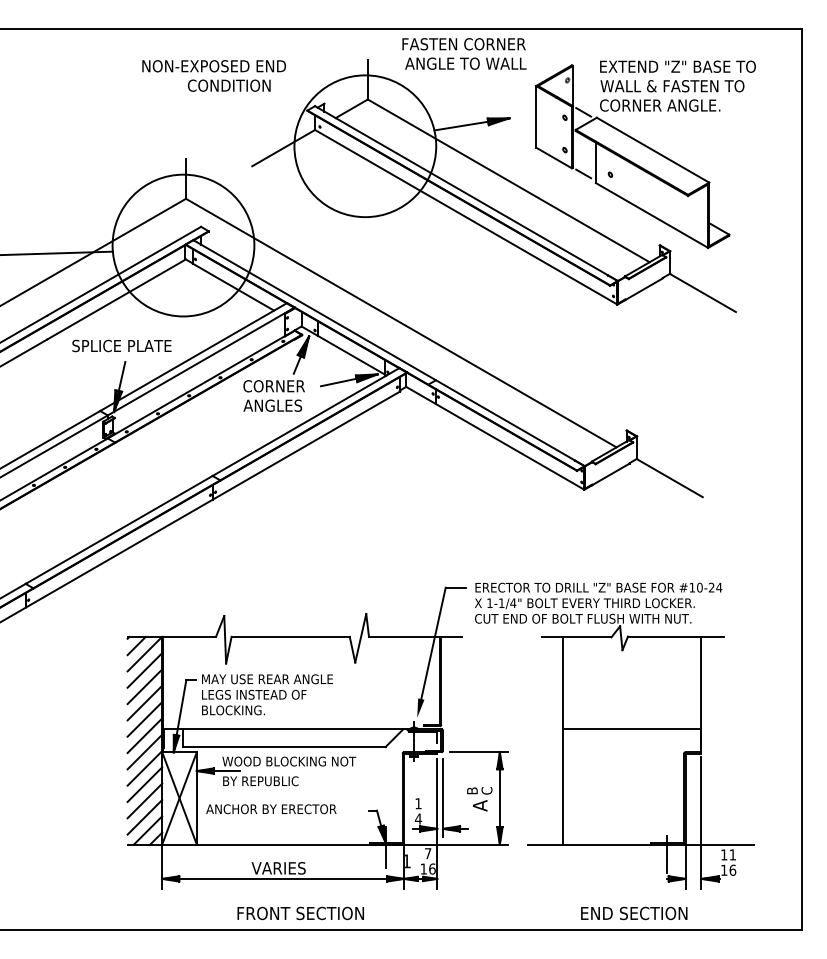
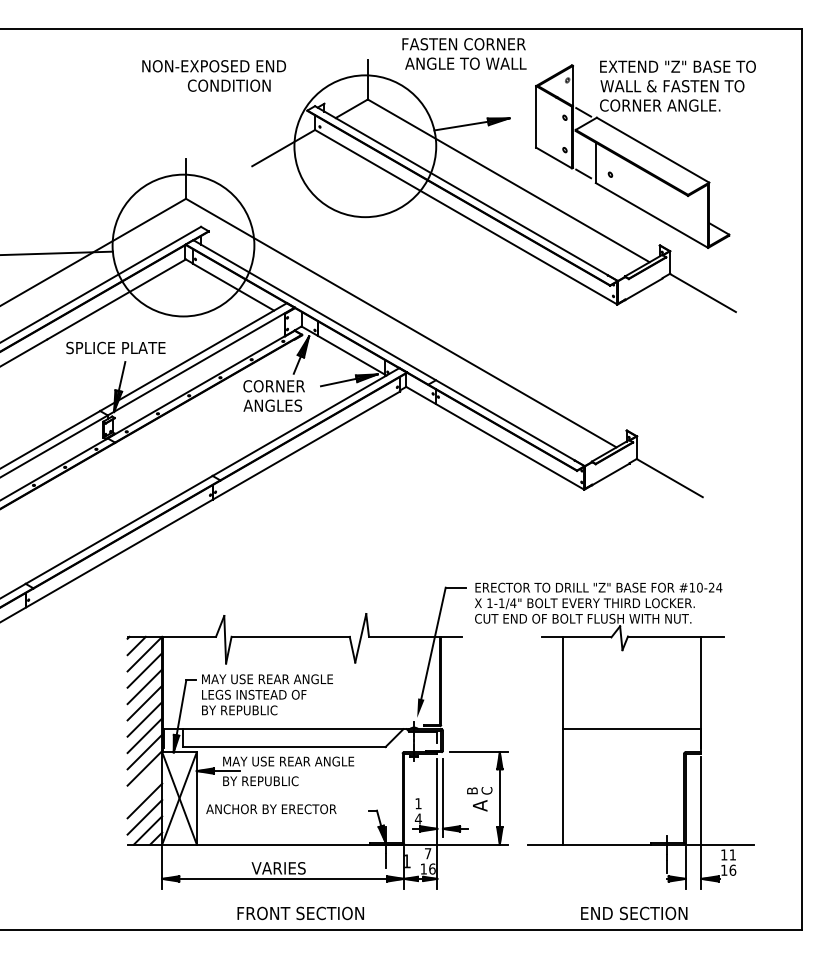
text at (121, 345) position: (121, 345) -> (115, 347)
text at (243, 710): BLOCKING. -> BY REPUBLIC
text at (289, 761): WOOD BLOCKING NOT -> MAY USE REAR ANGLE
line at (144, 784): present -> none
